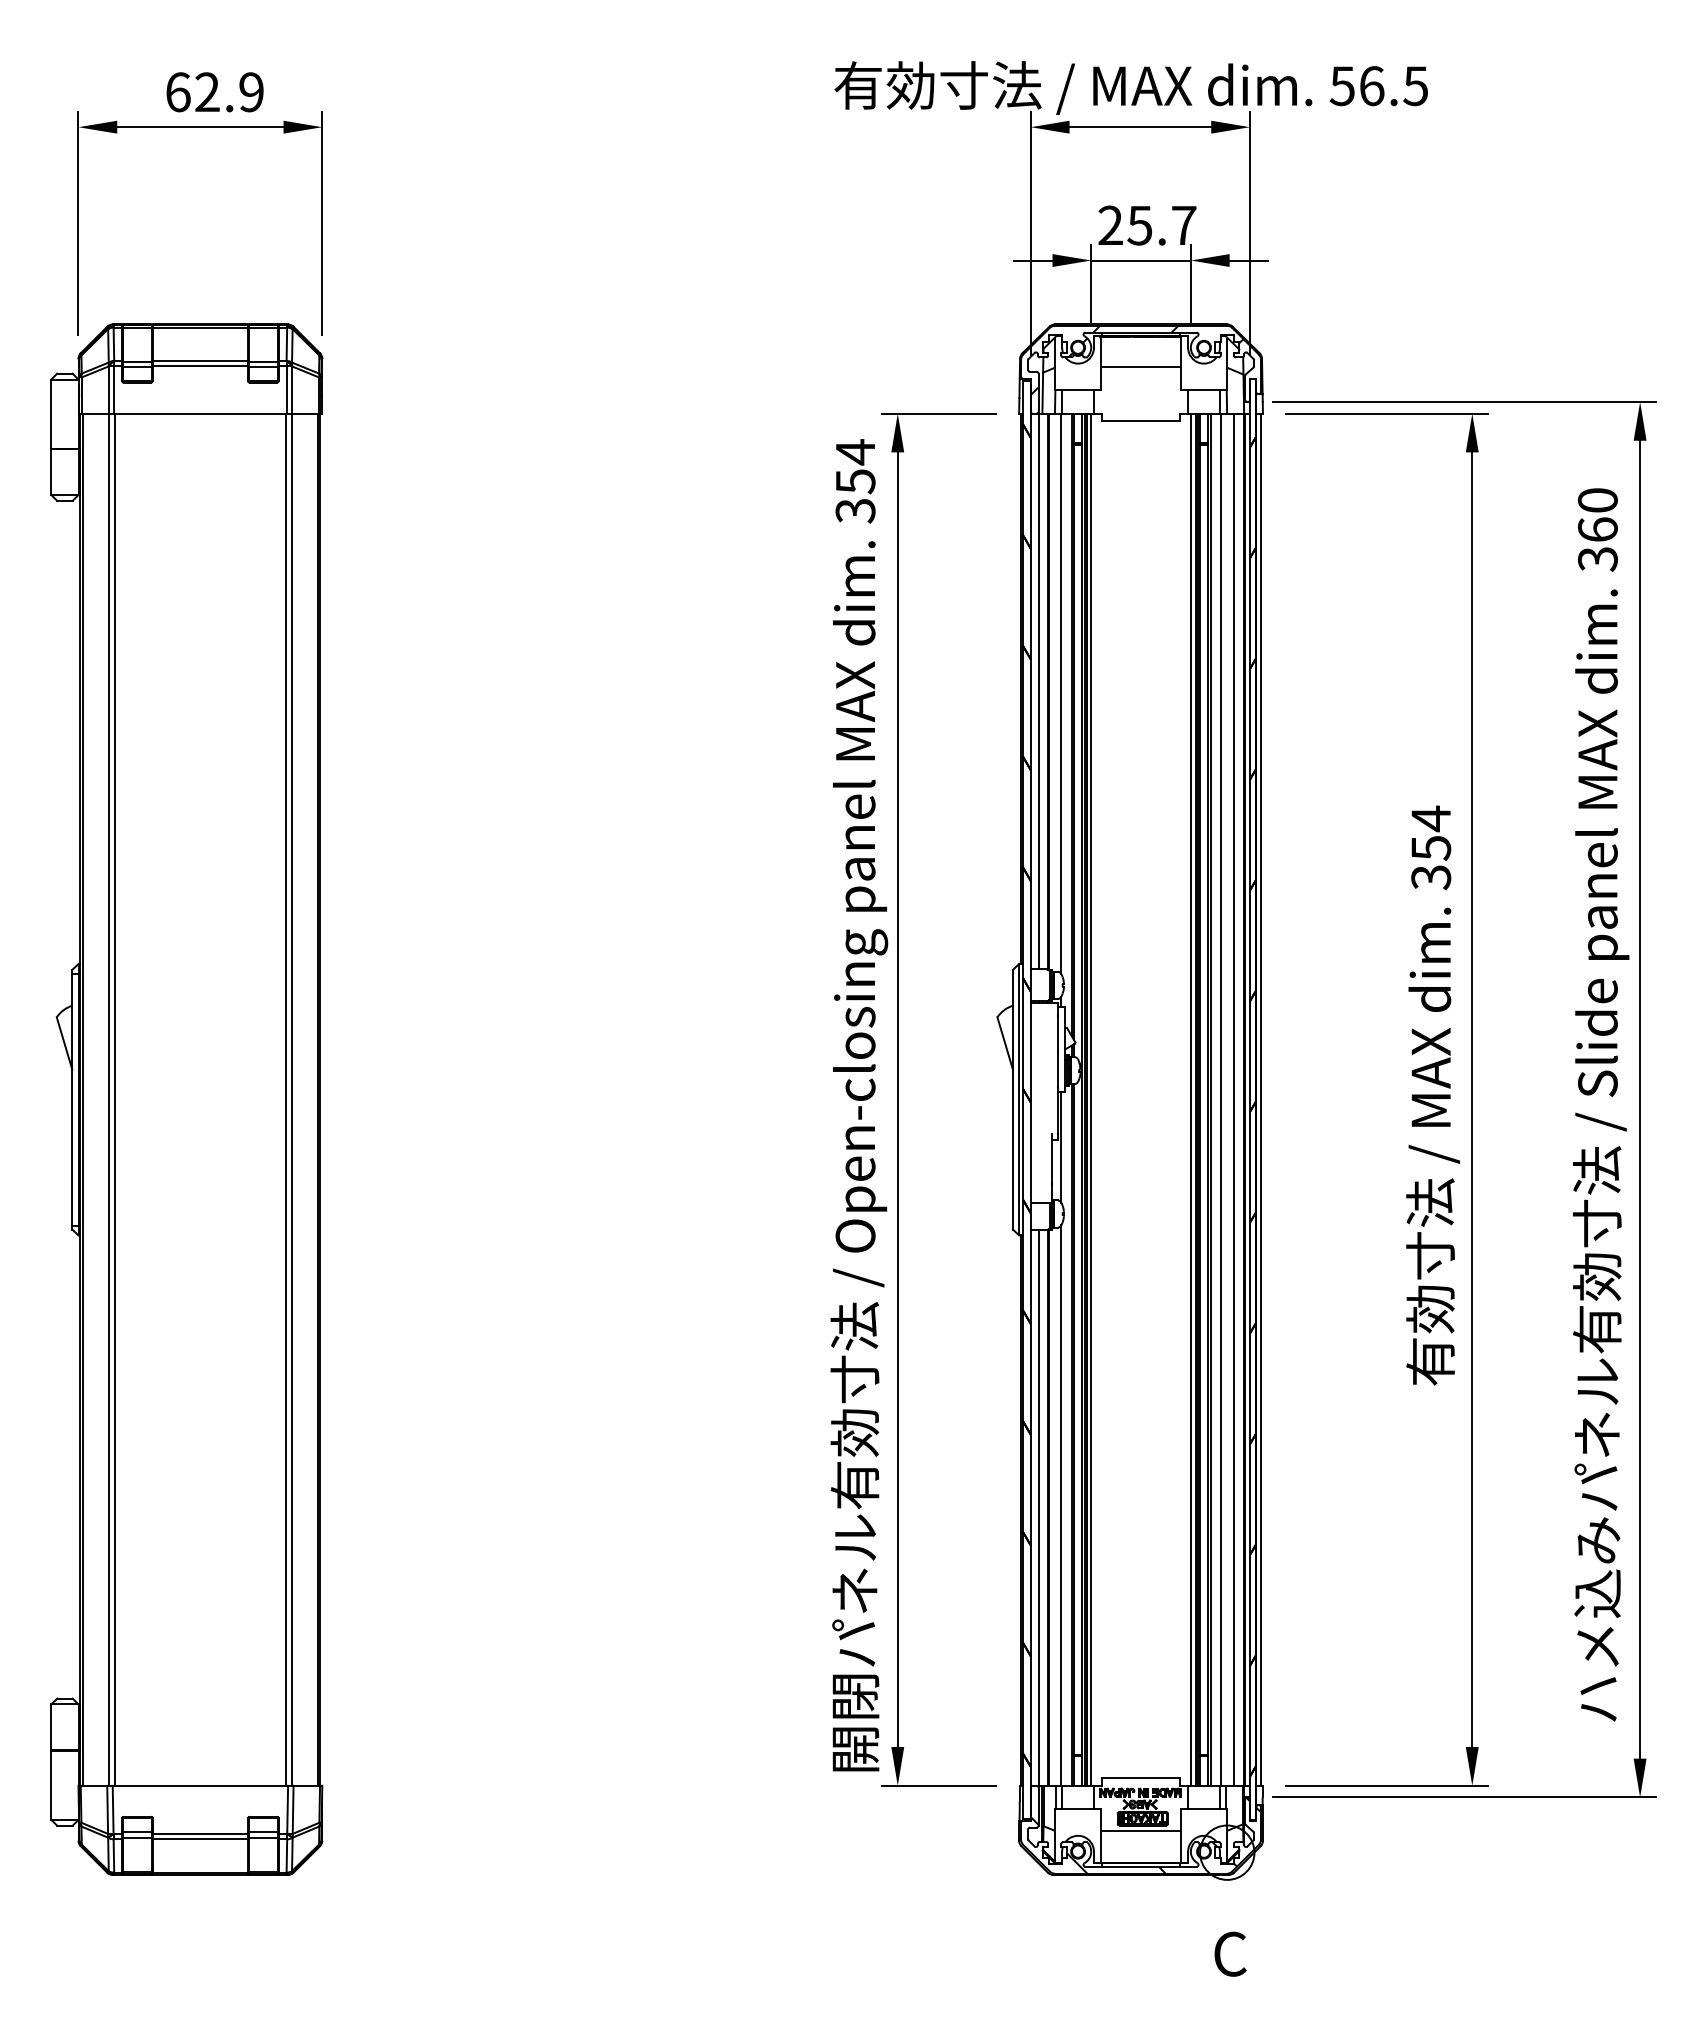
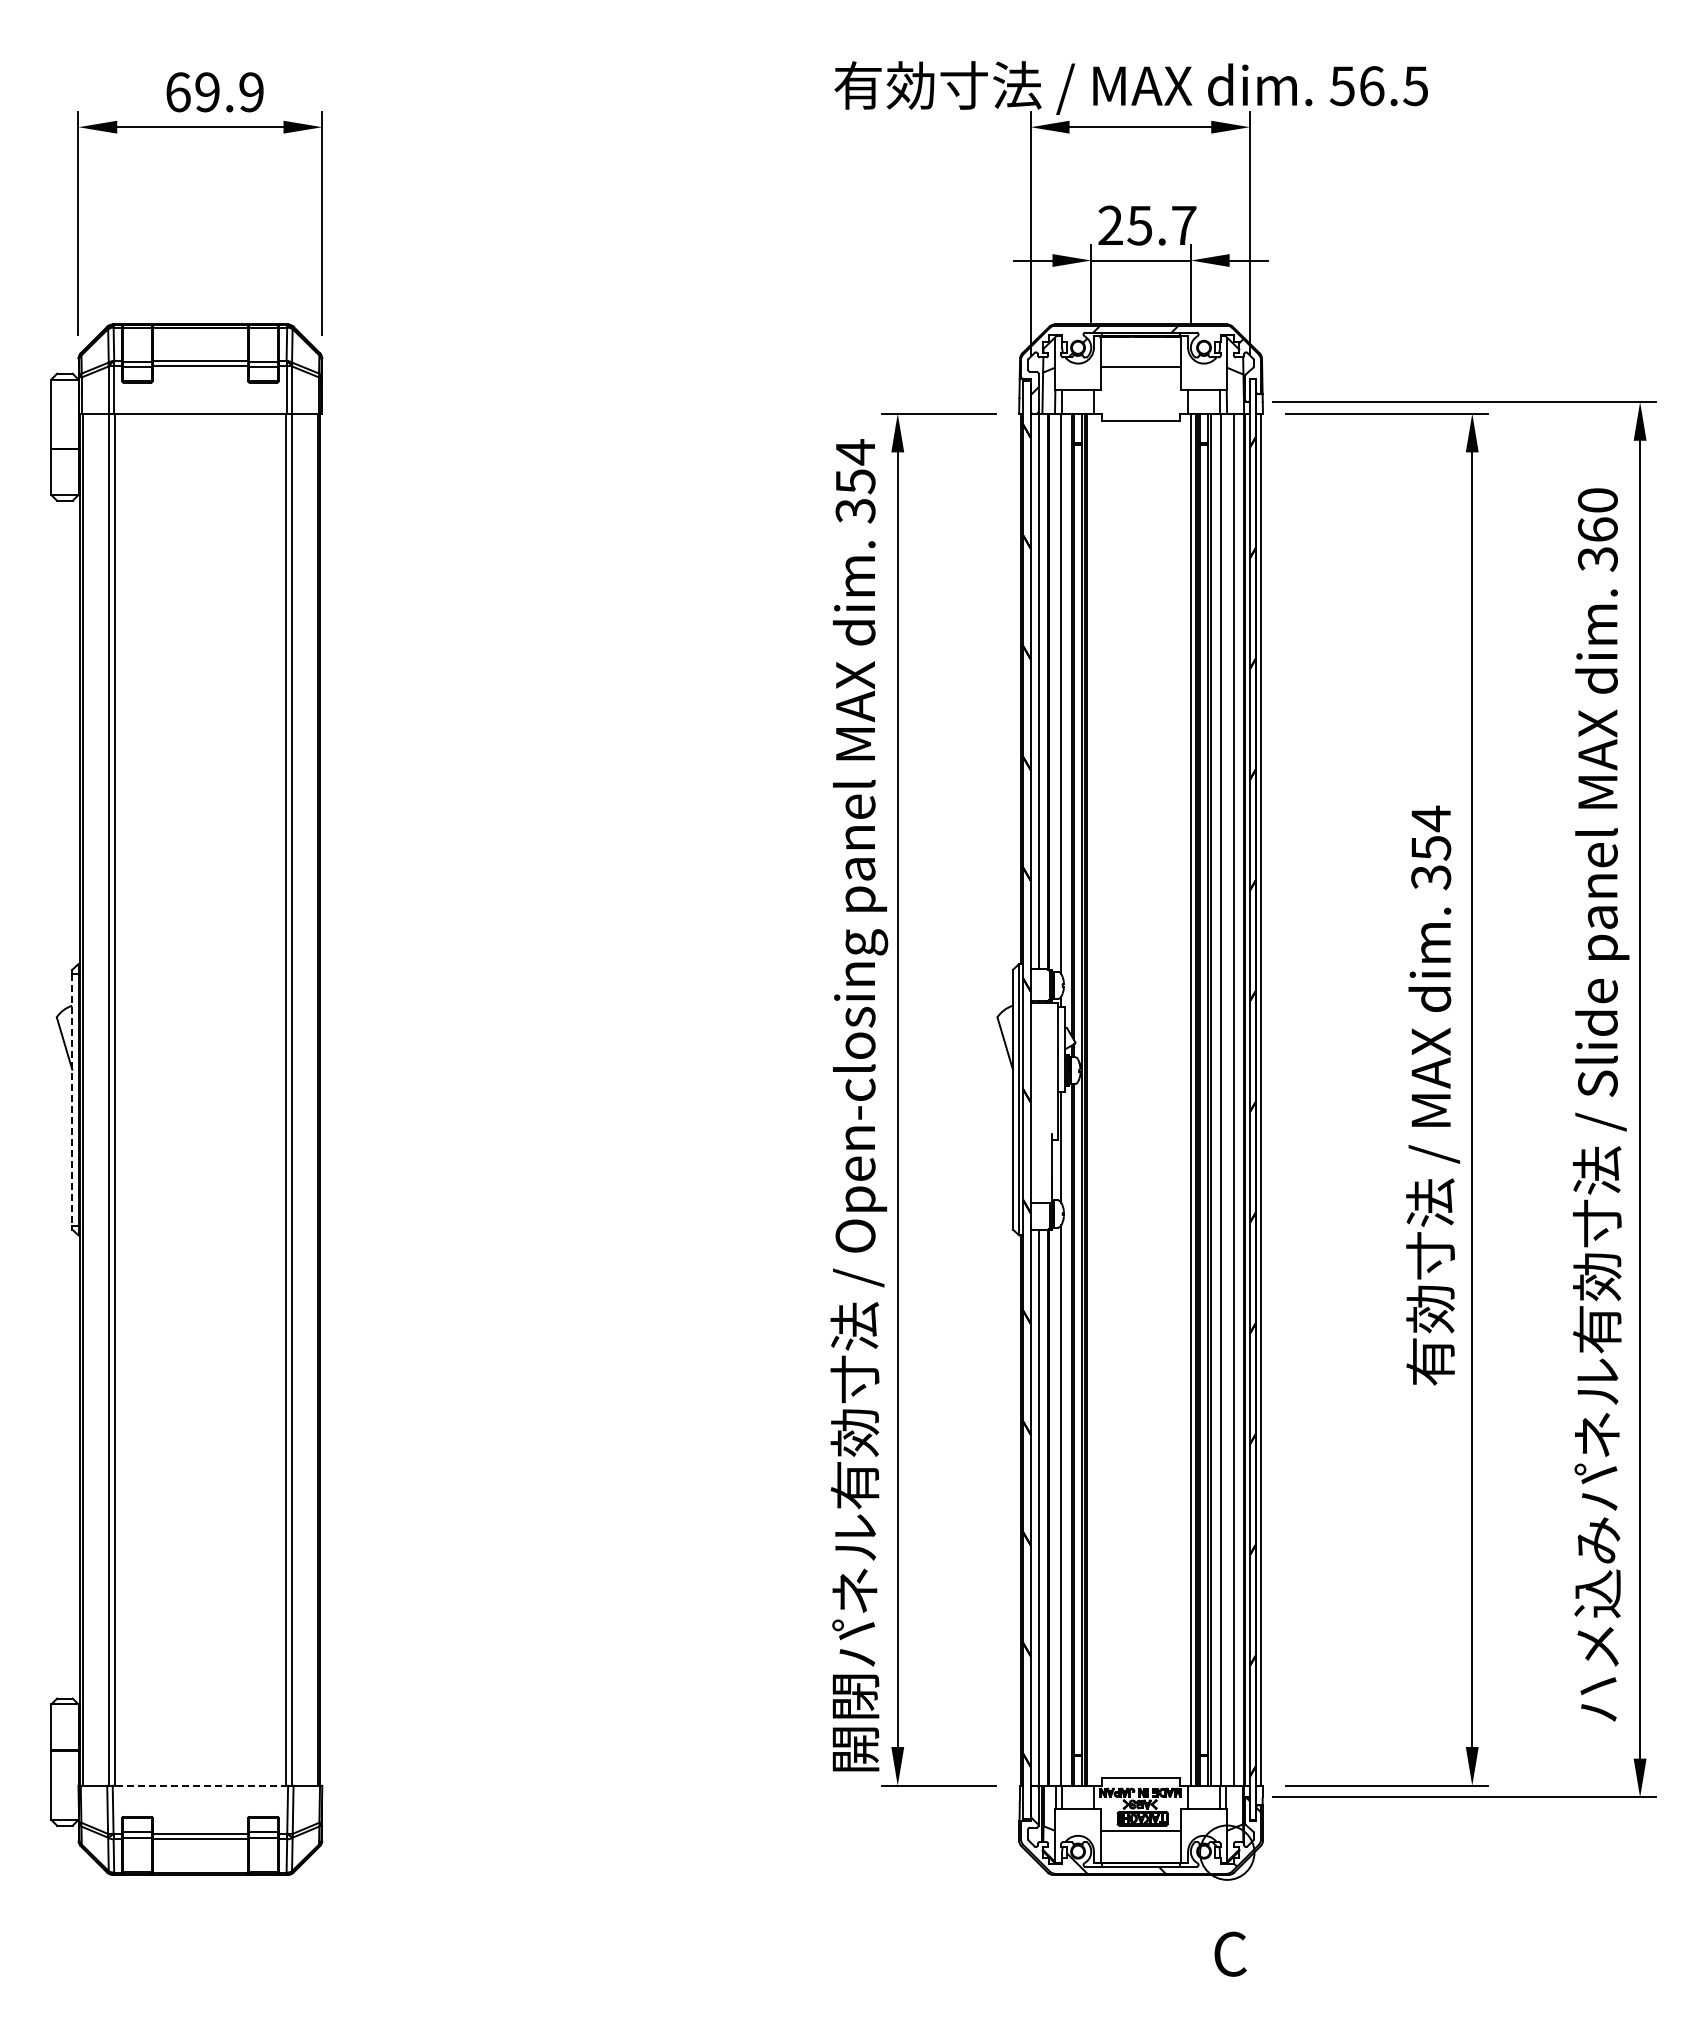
text at (207, 92): 62.9 -> 69.9
line at (72, 1099): solid -> dashed
line at (1091, 1099): present -> none
line at (200, 1785): solid -> dashed
